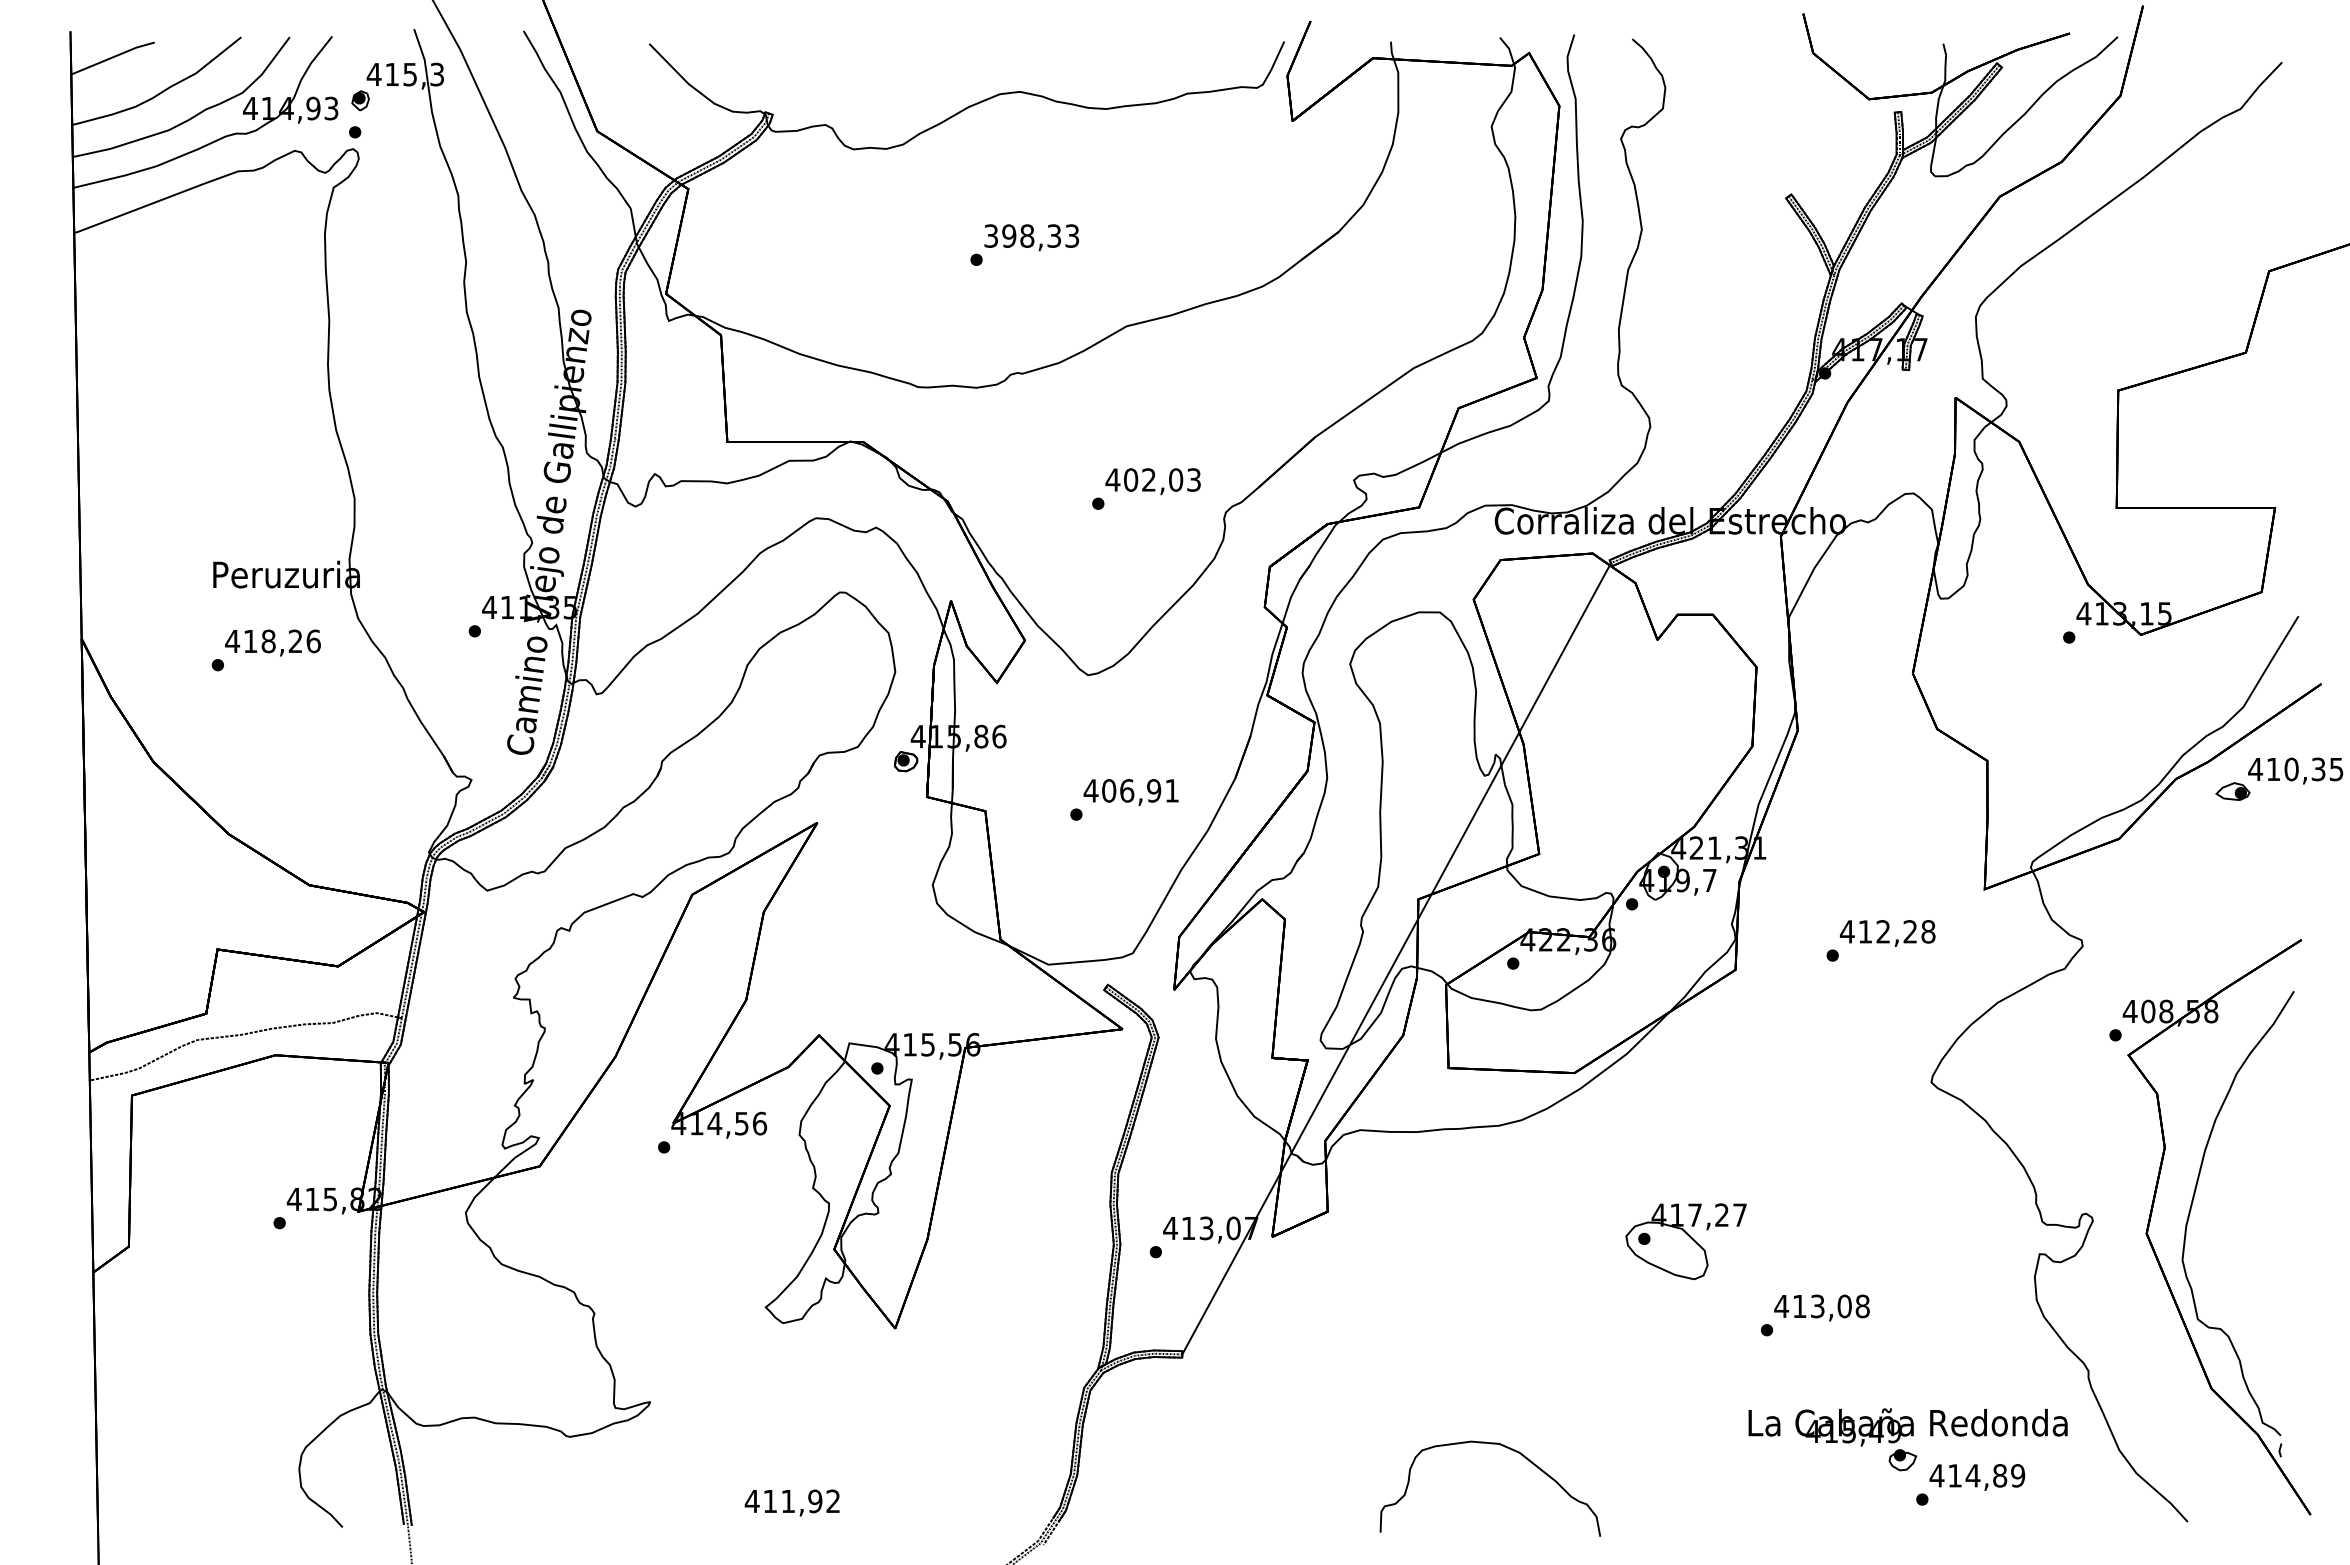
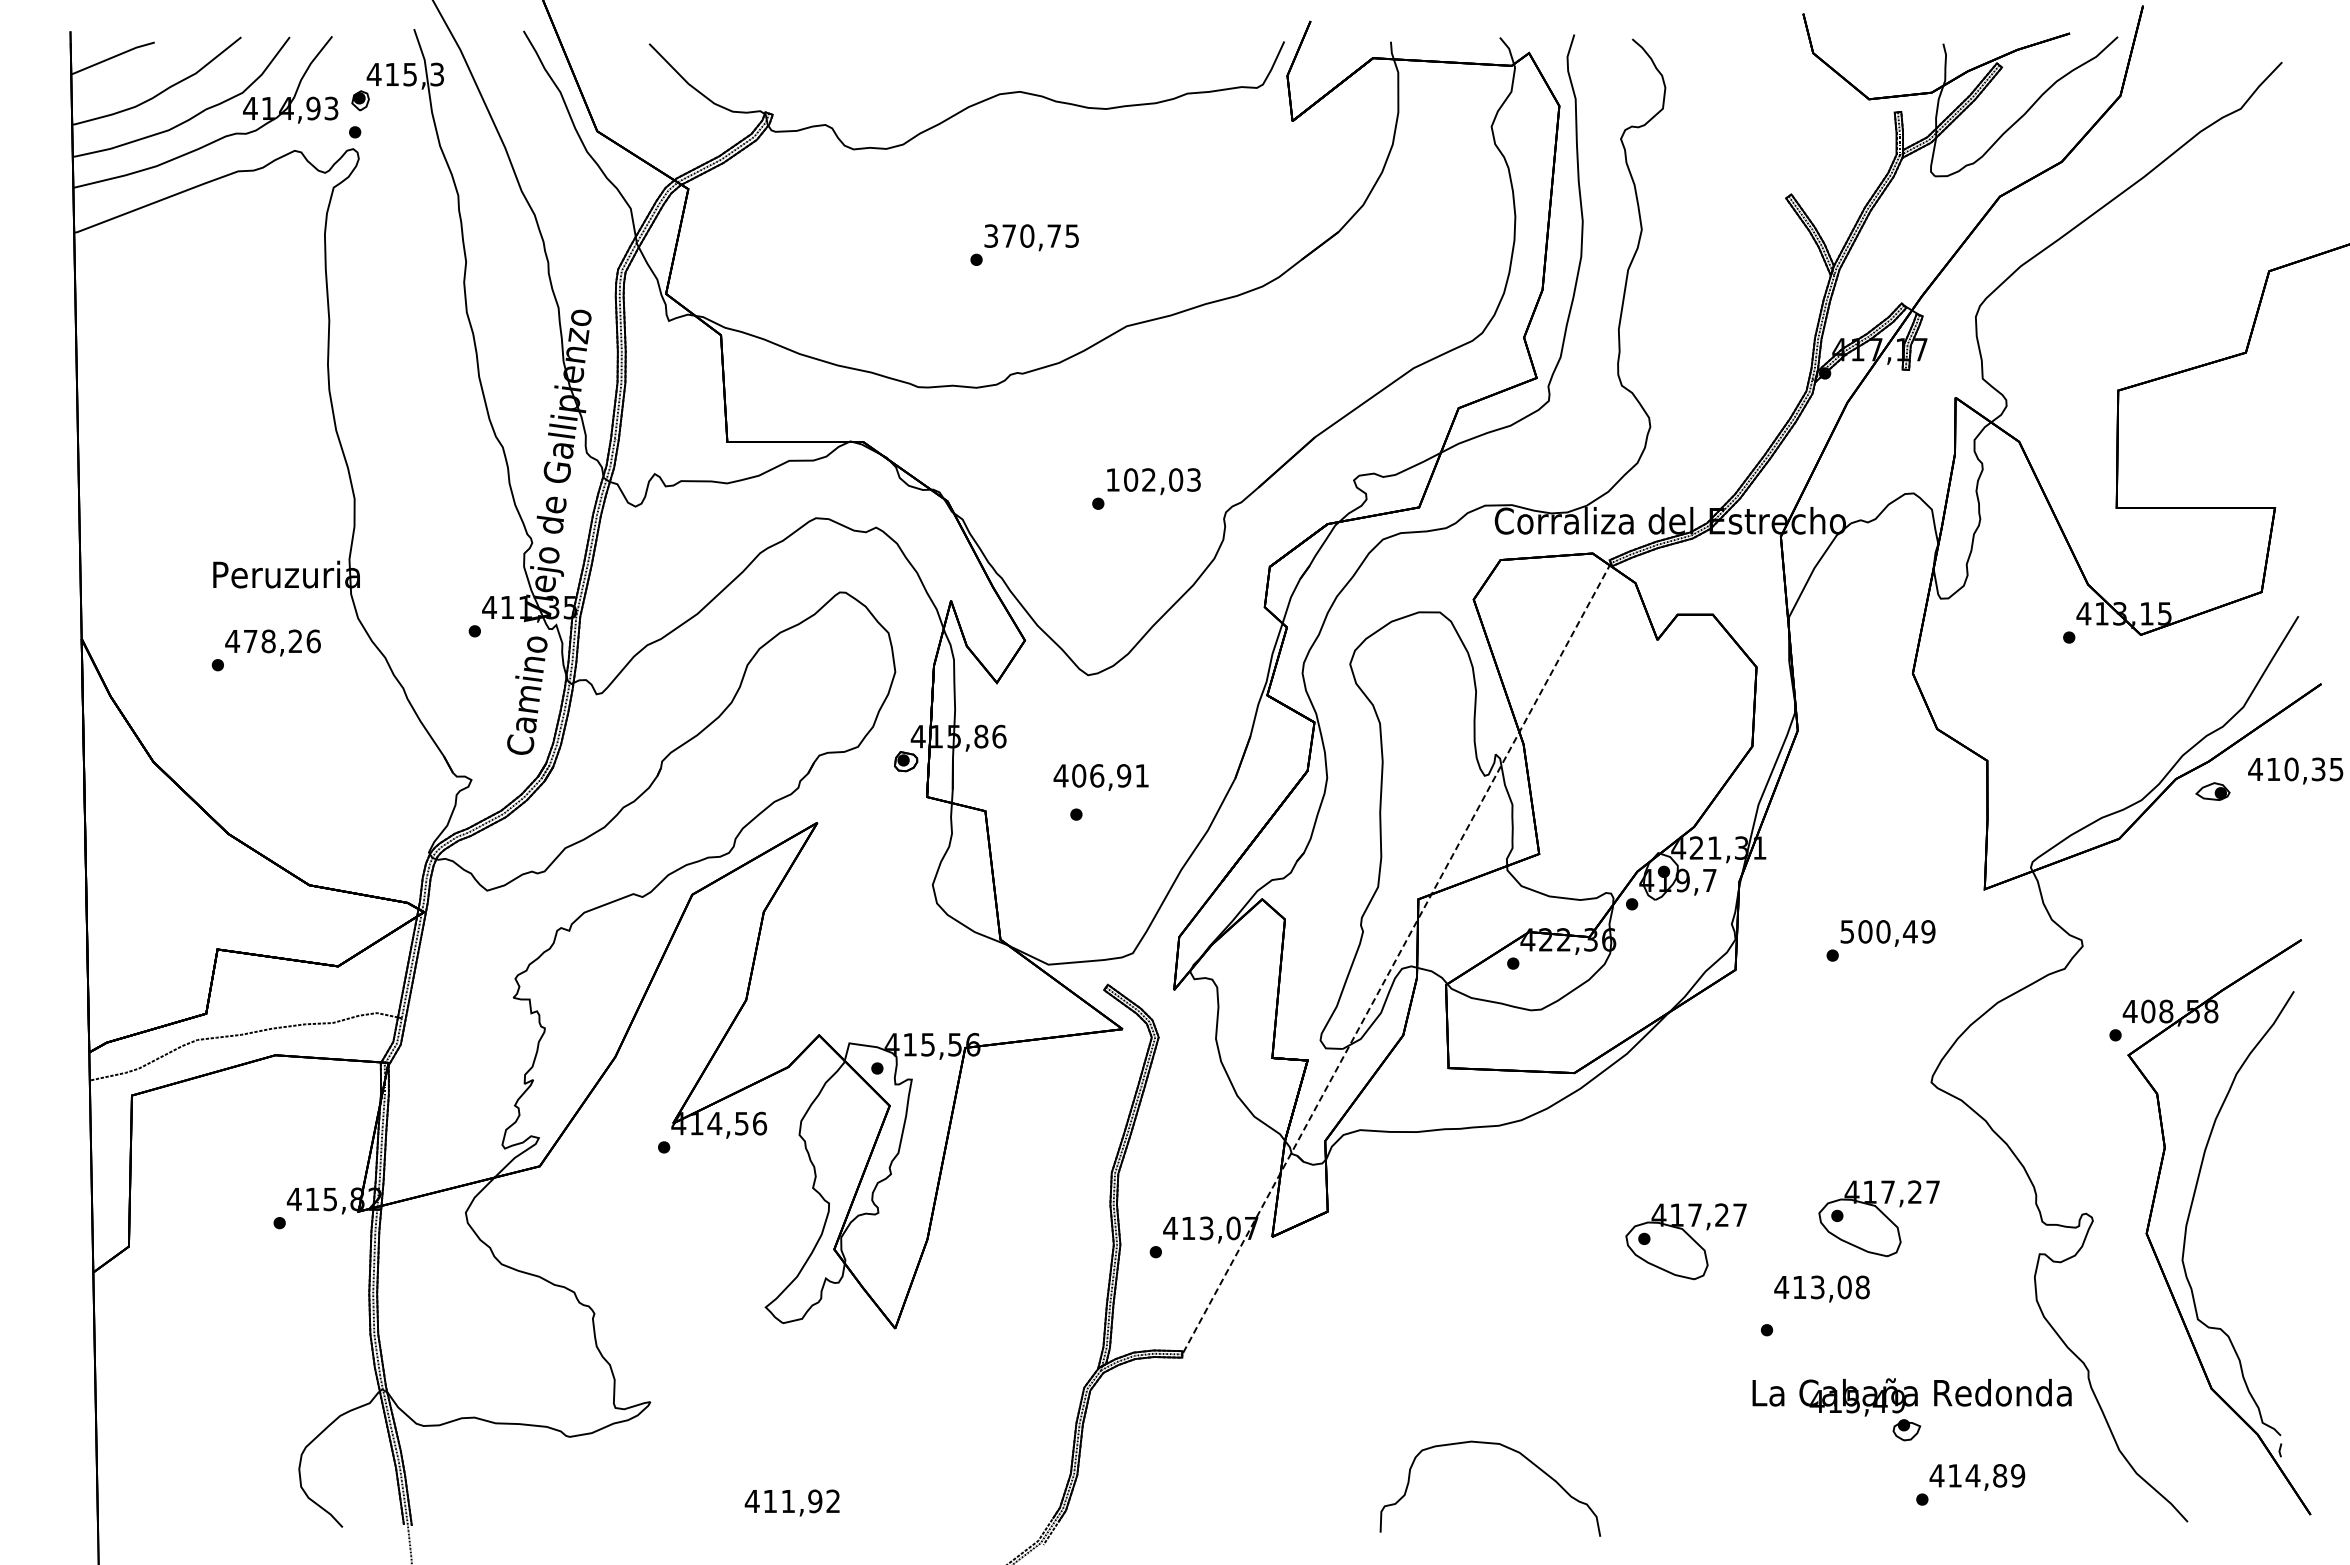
text at (1040, 235): 398,33 -> 370,75
text at (1112, 479): 402,03 -> 102,03
text at (250, 641): 418,26 -> 478,26
part at (2232, 791) position: (2232, 791) -> (2212, 791)
text at (1130, 792) position: (1130, 792) -> (1100, 777)
text at (1887, 931): 412,28 -> 500,49
line at (1396, 958): solid -> dashed
part at (1878, 1218): none -> present
text at (1821, 1307) position: (1821, 1307) -> (1821, 1288)
part at (1907, 1439) position: (1907, 1439) -> (1911, 1409)
